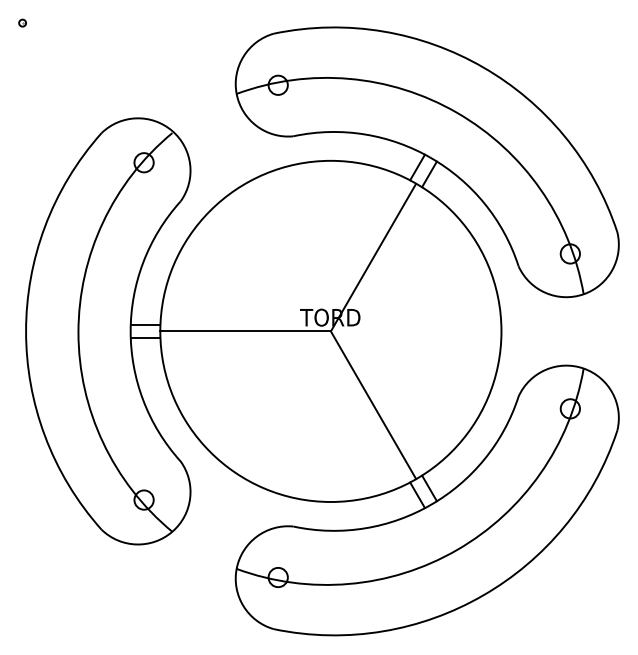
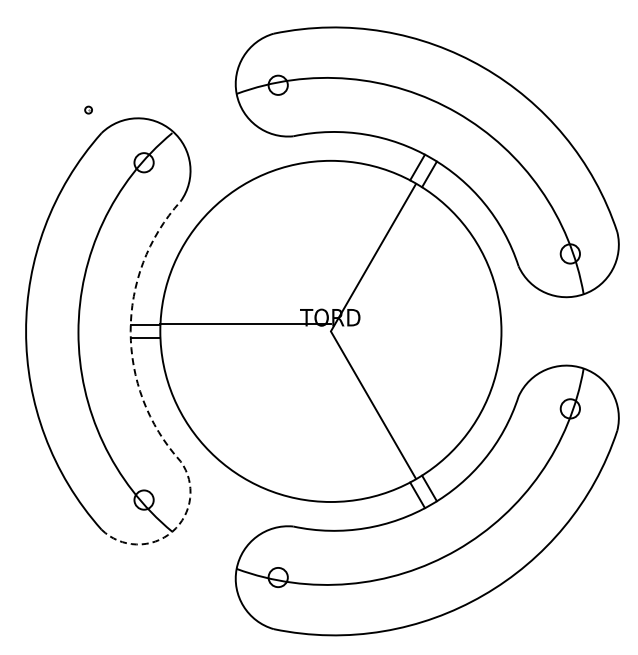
part at (22, 22) position: (22, 22) -> (88, 109)
line at (245, 331) position: (245, 331) -> (245, 324)
line at (149, 413): solid -> dashed
